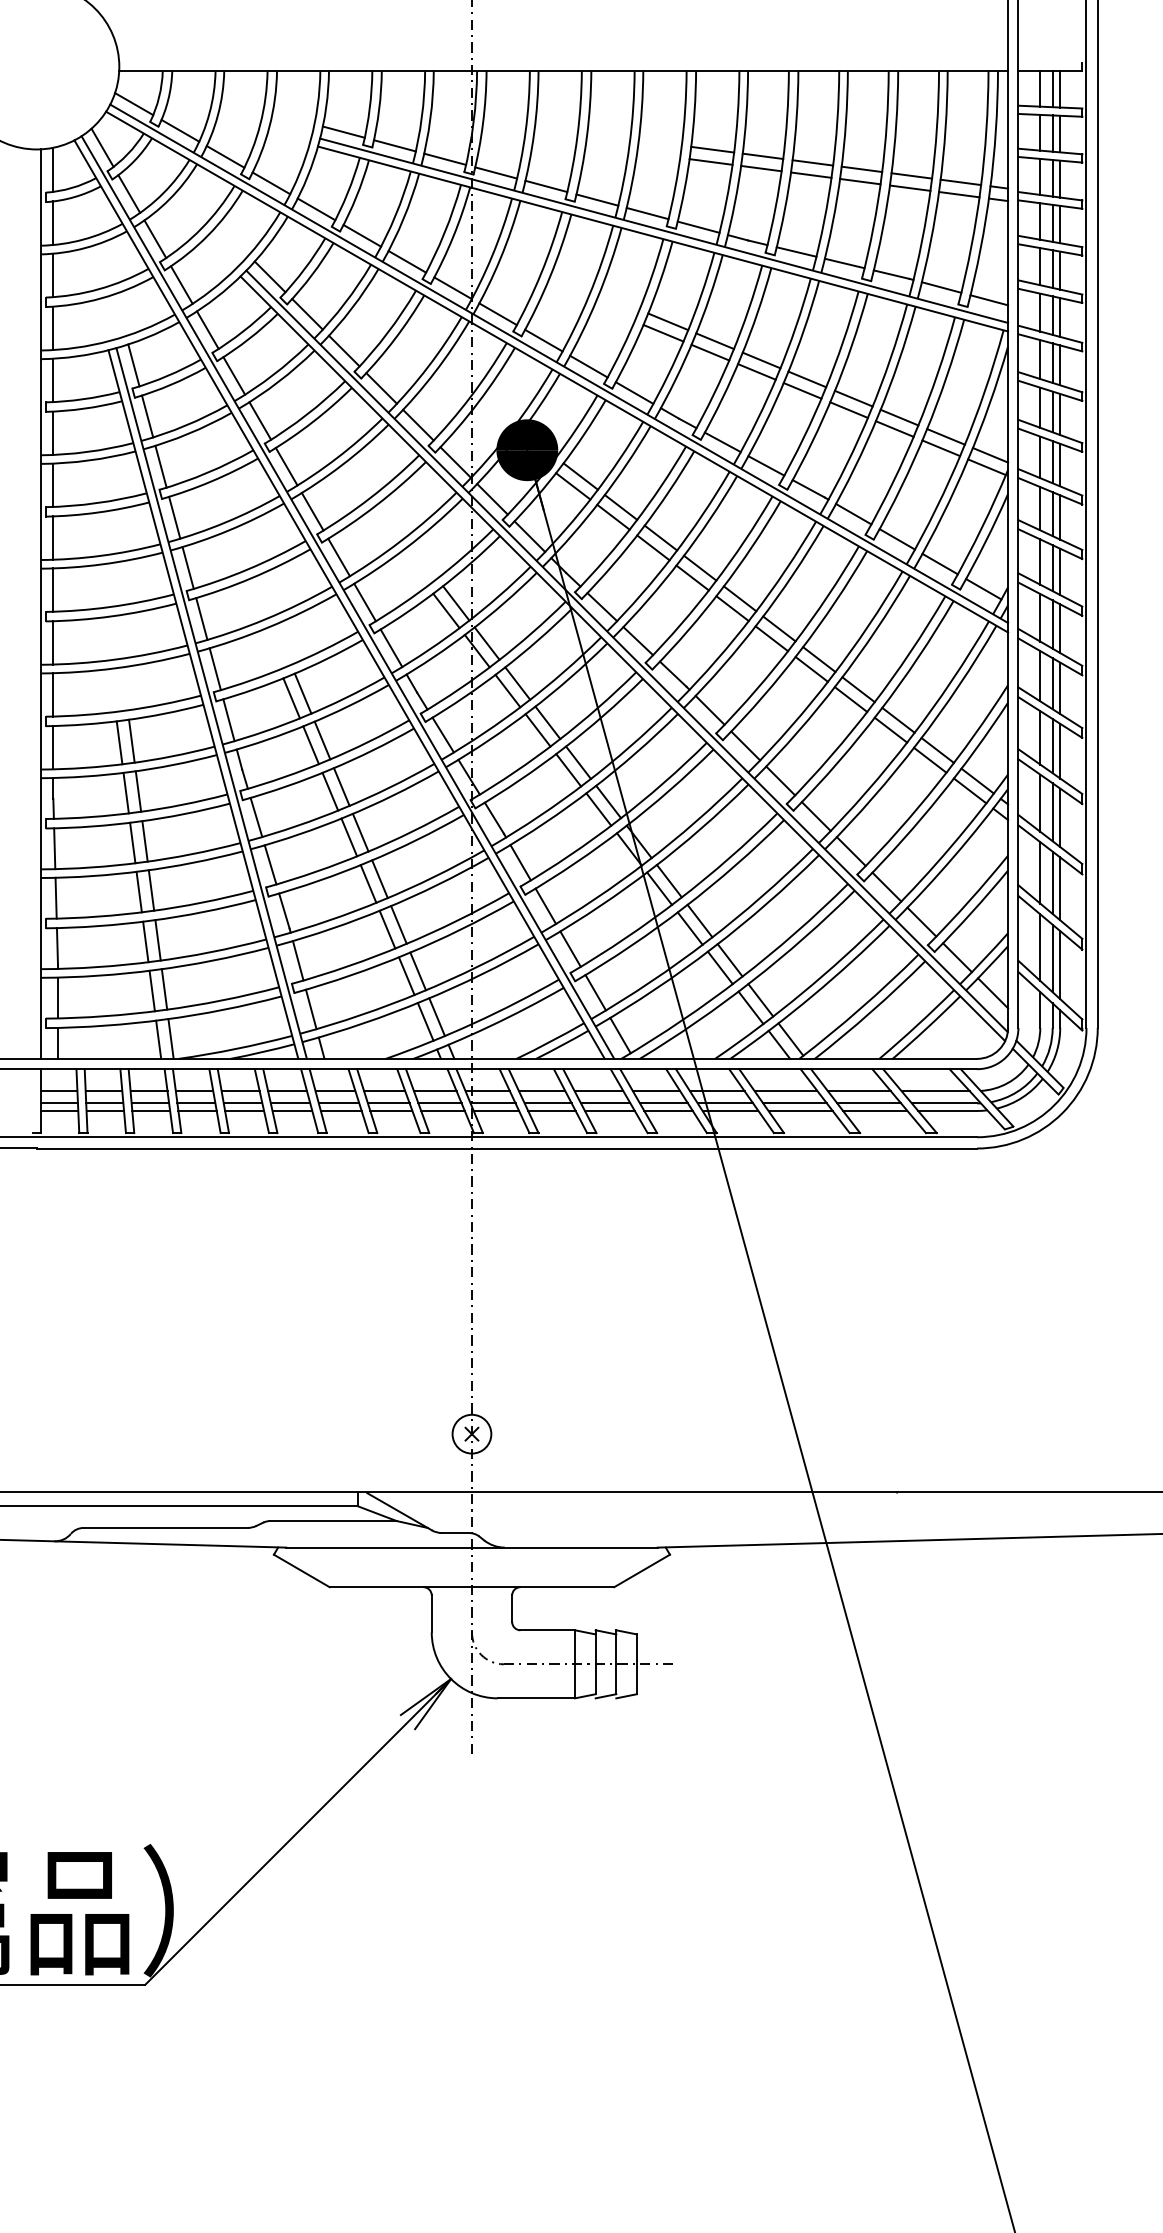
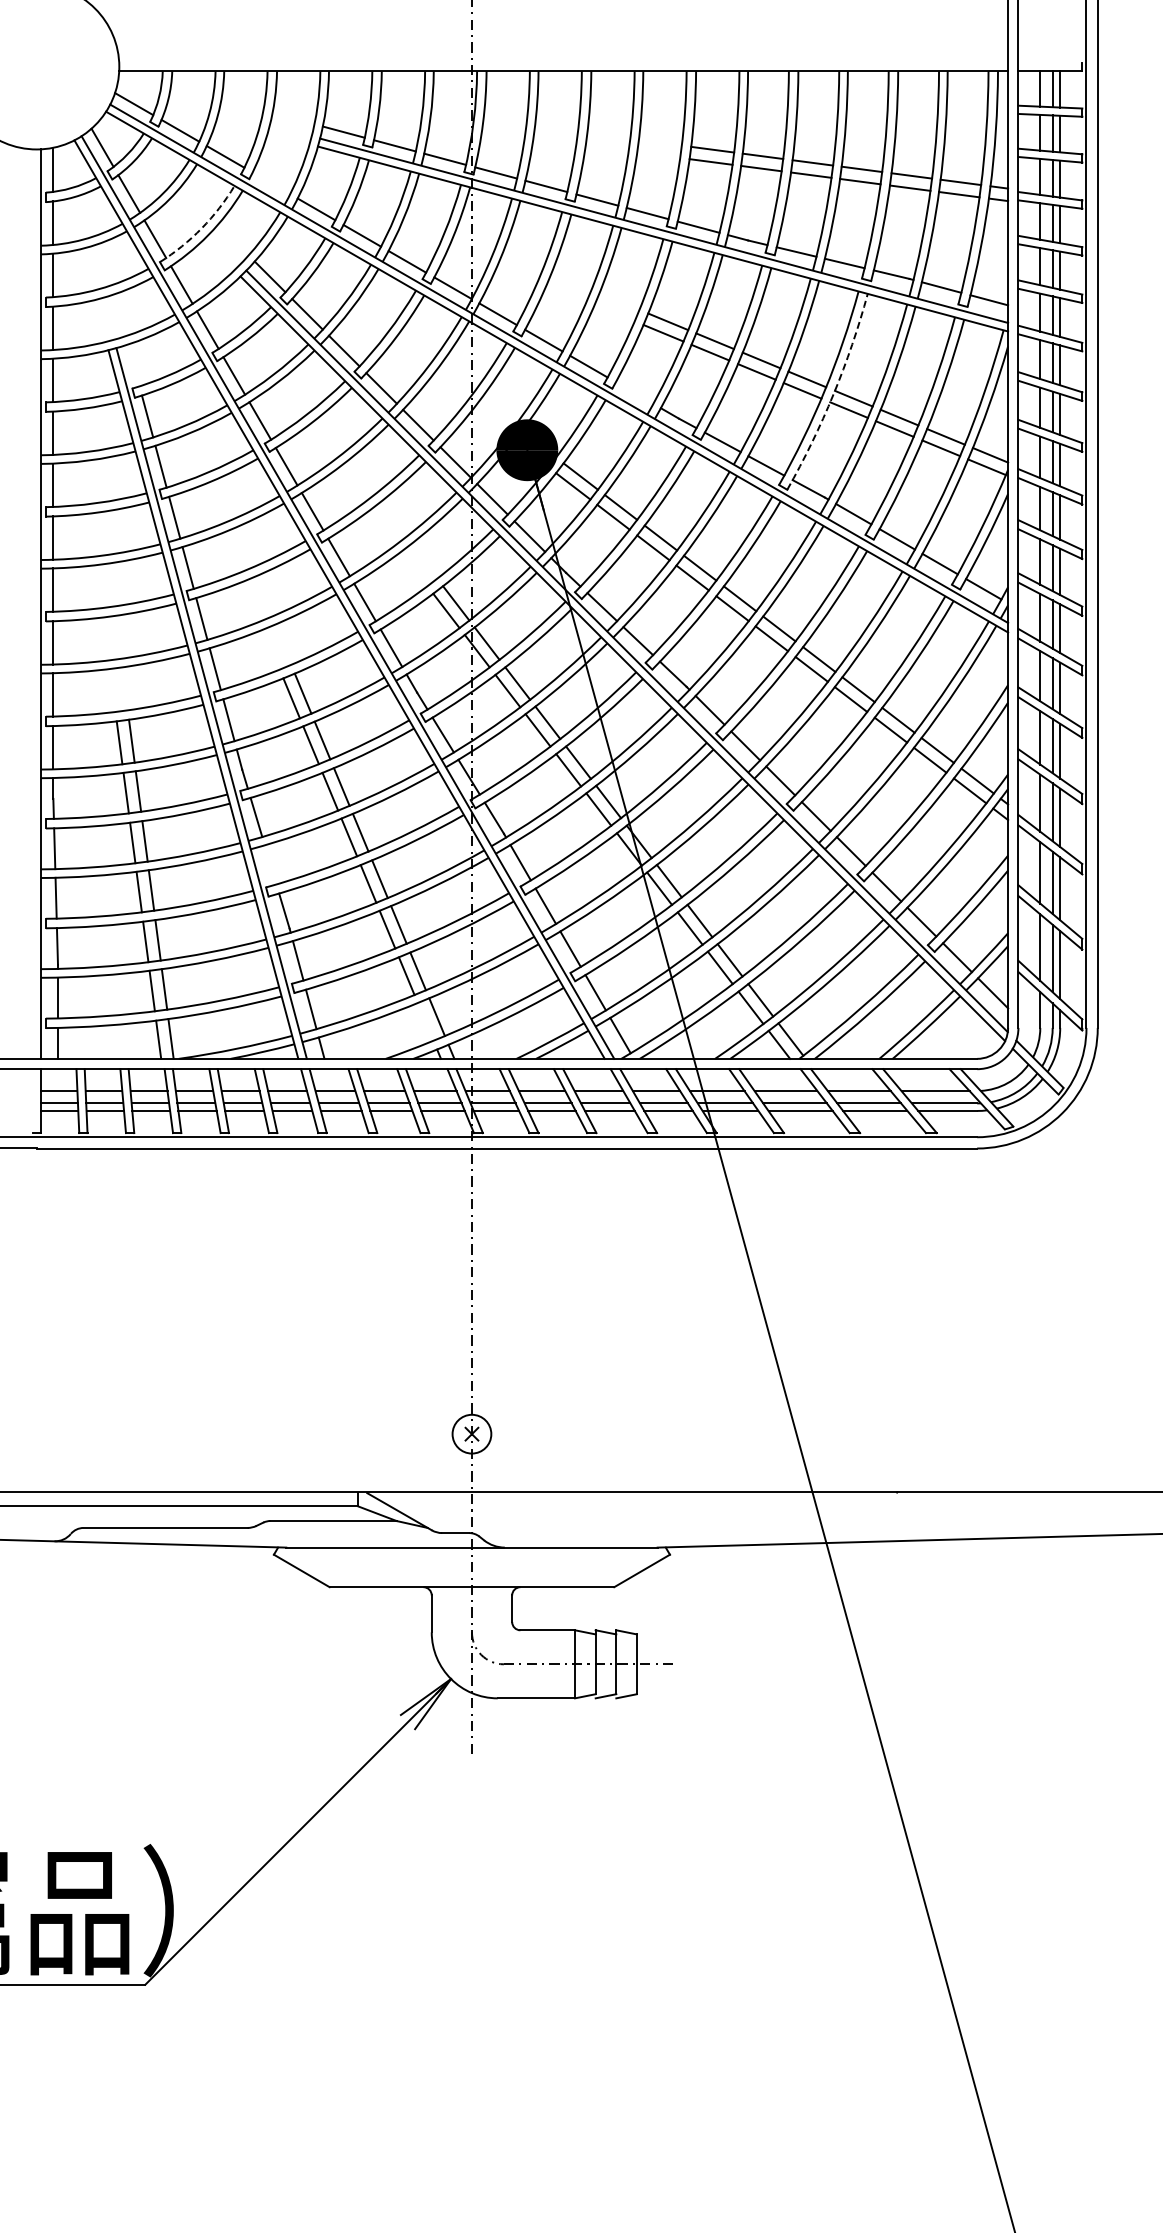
line at (271, 183): present -> none
arc at (201, 228): solid -> dashed
line at (133, 365): present -> none
line at (634, 392): present -> none
arc at (833, 394): solid -> dashed
line at (270, 864): present -> none
line at (425, 1021): present -> none
